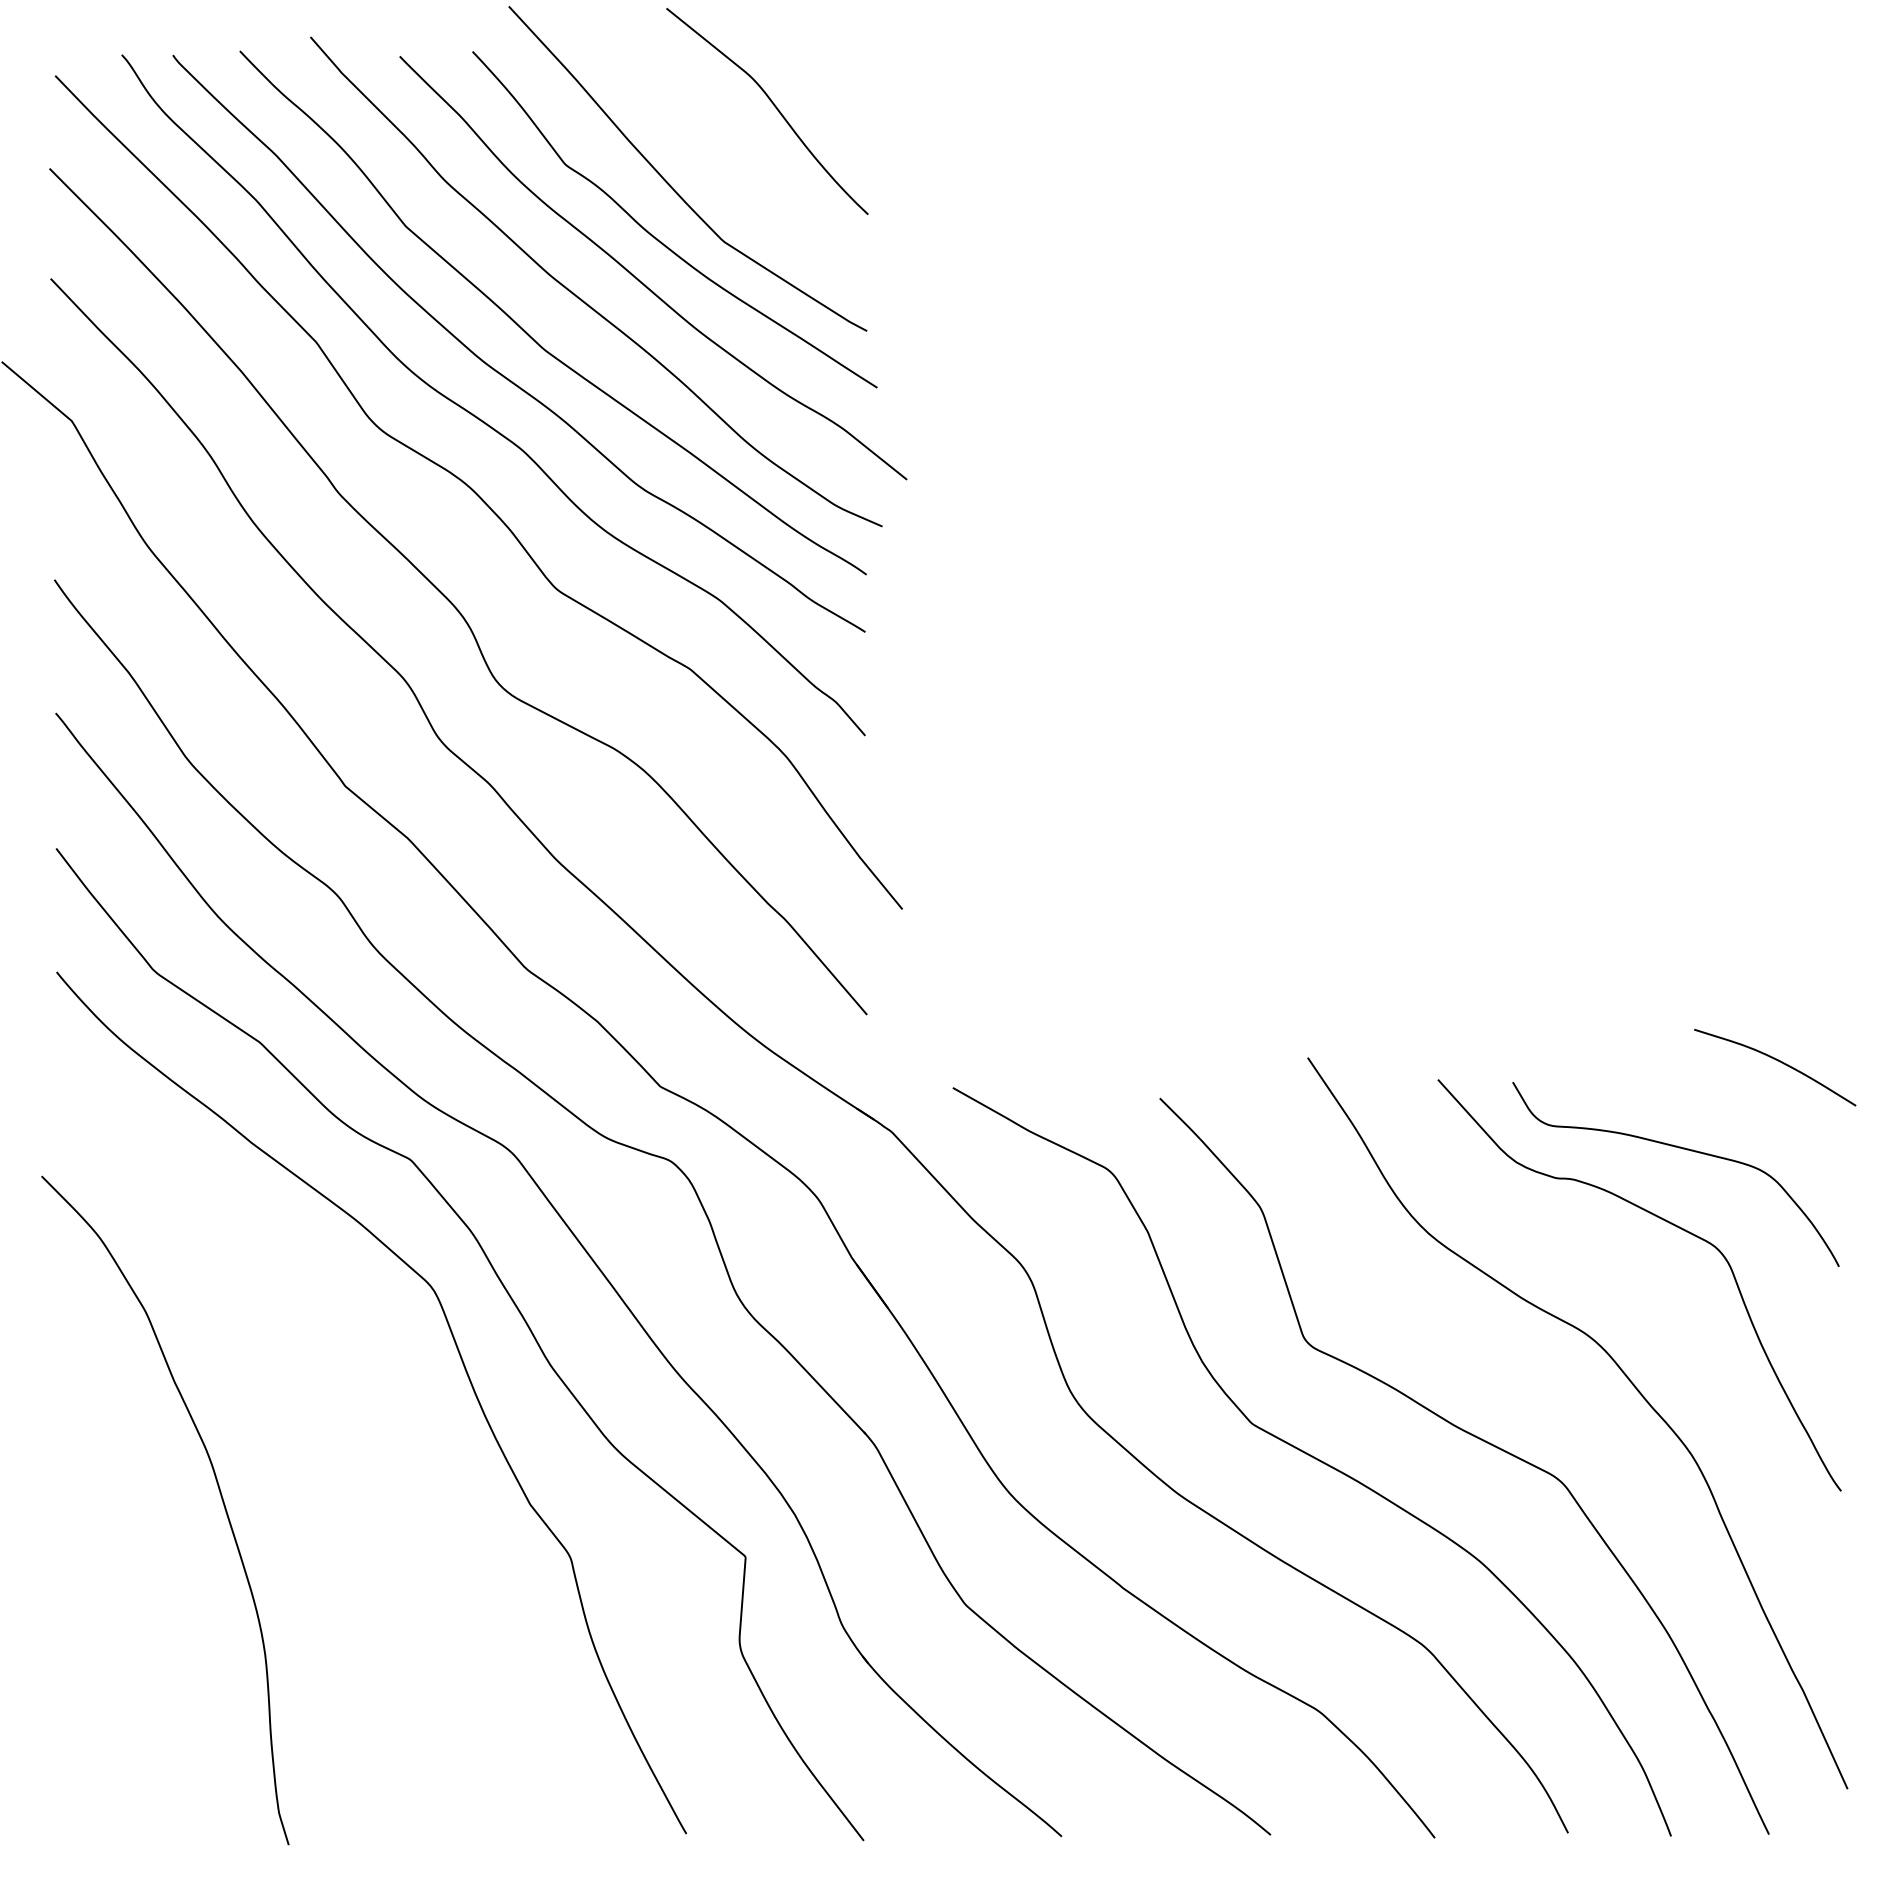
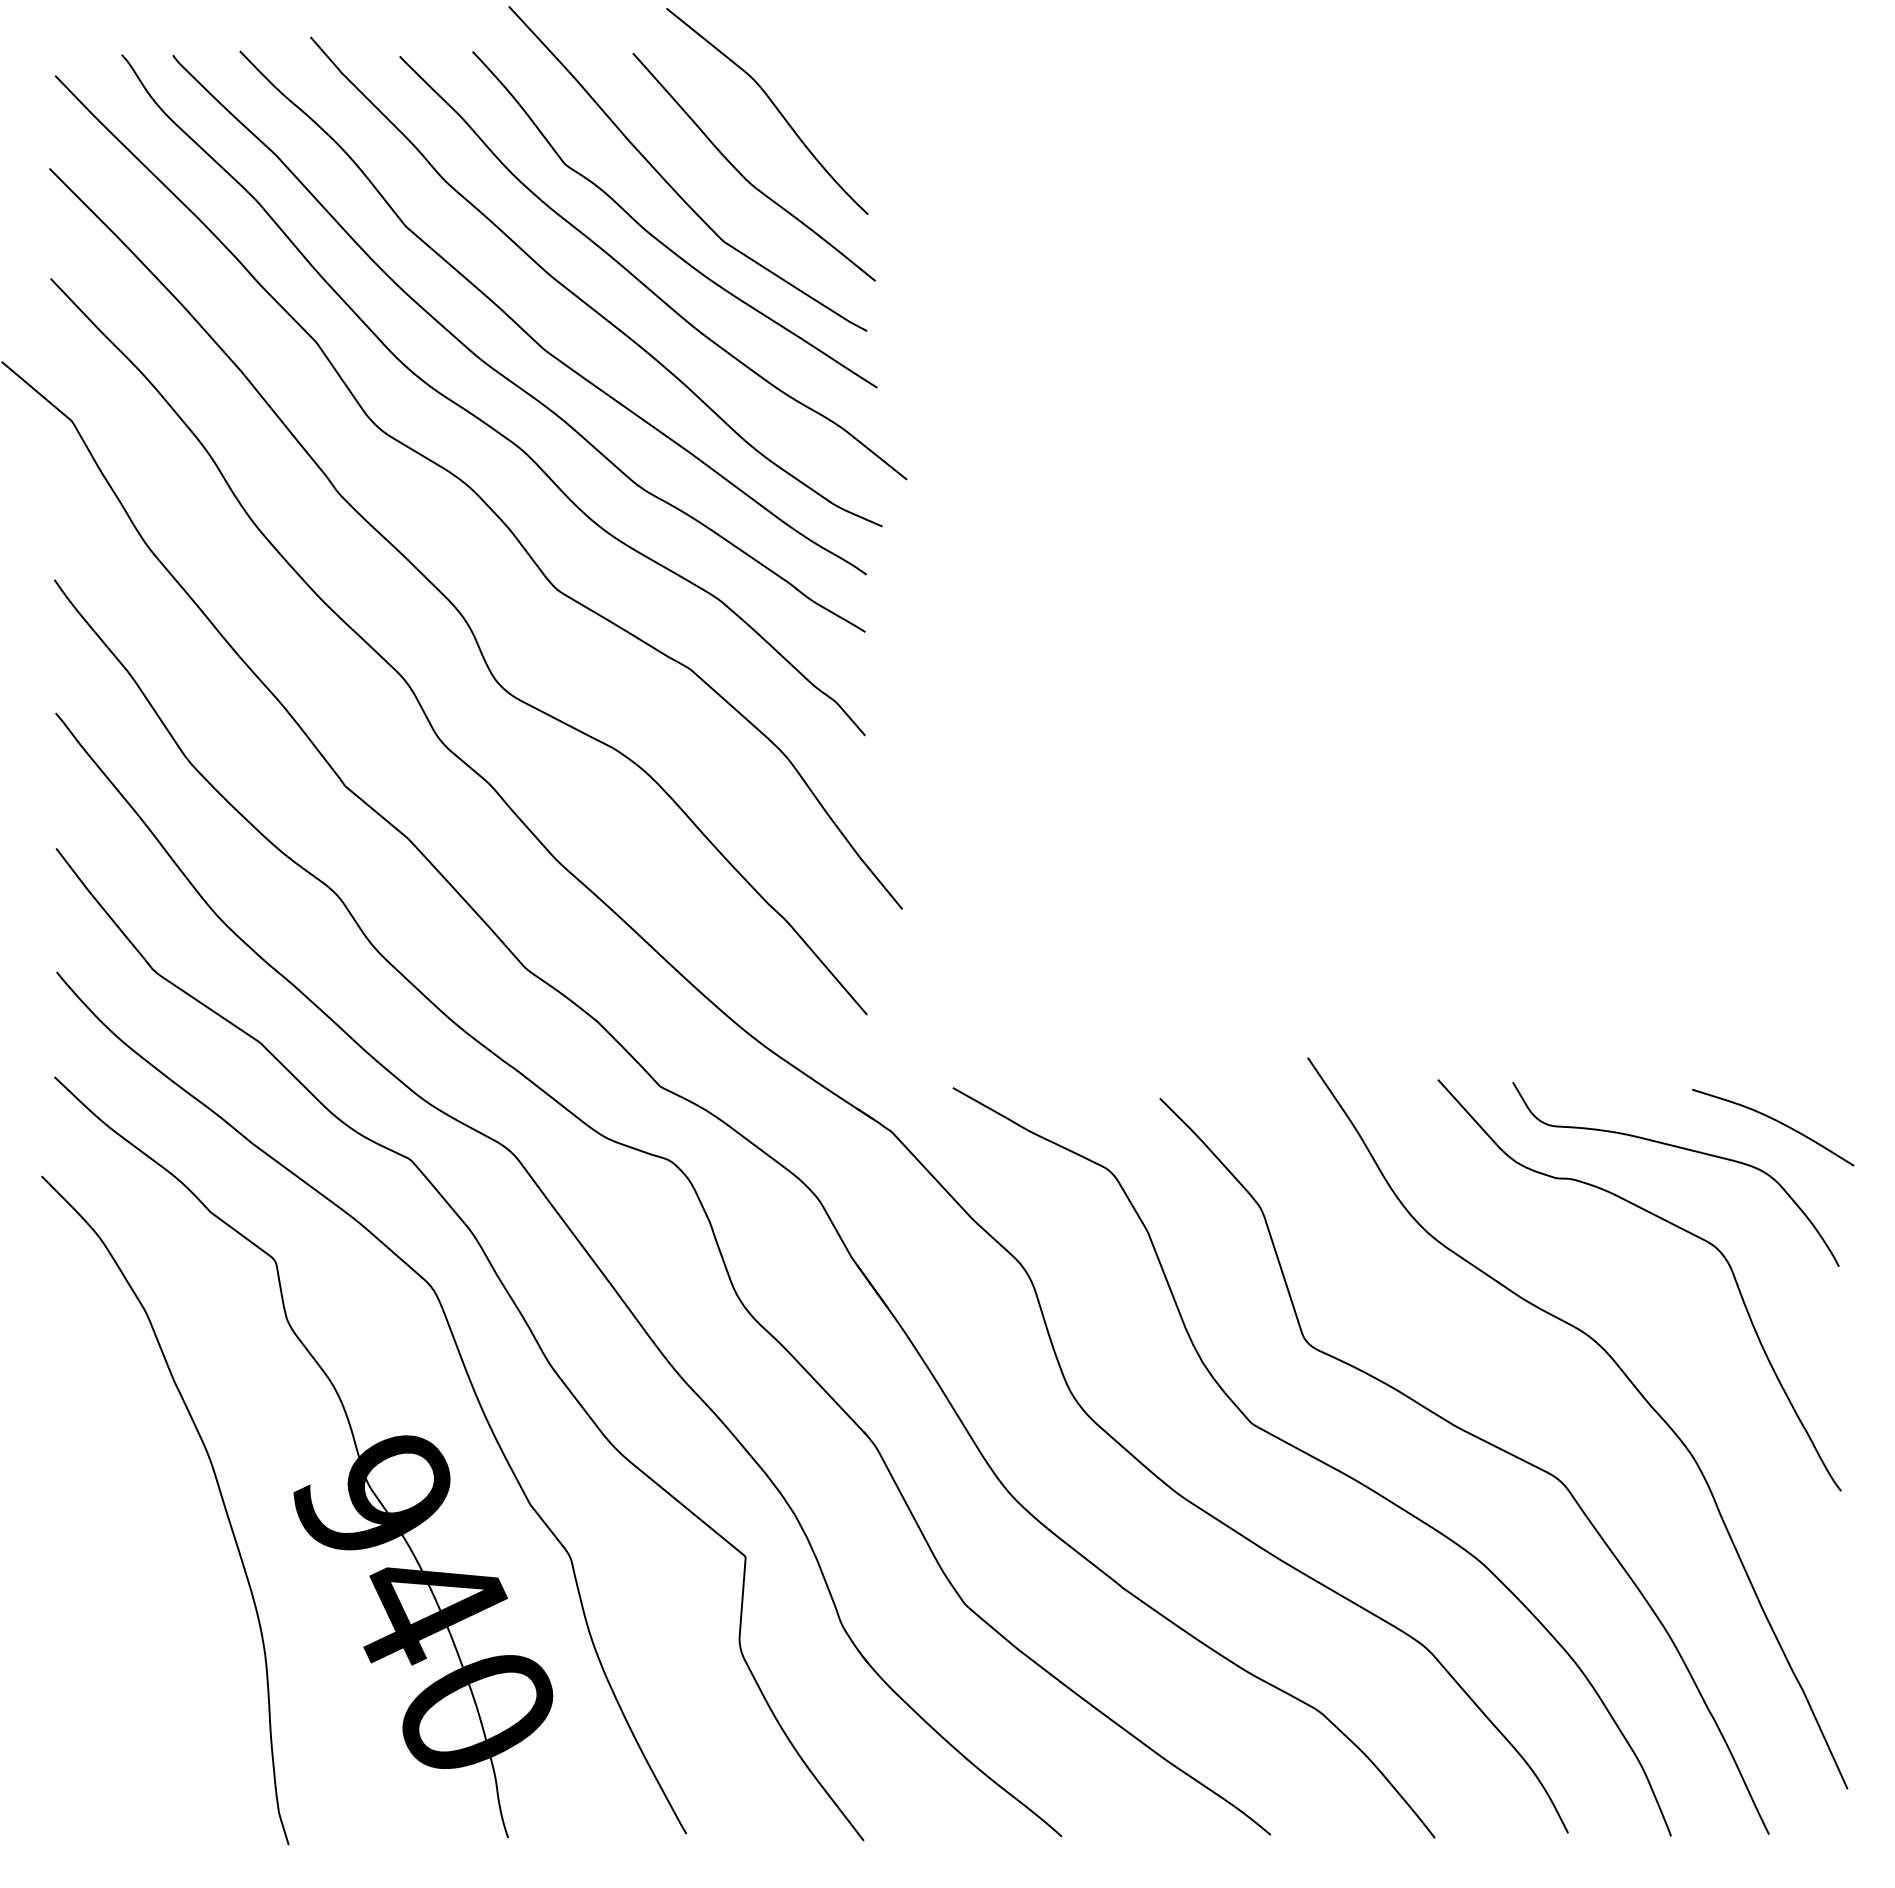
curve at (743, 175): none -> present
curve at (1777, 1061) position: (1777, 1061) -> (1775, 1121)
part at (309, 1484): none -> present
